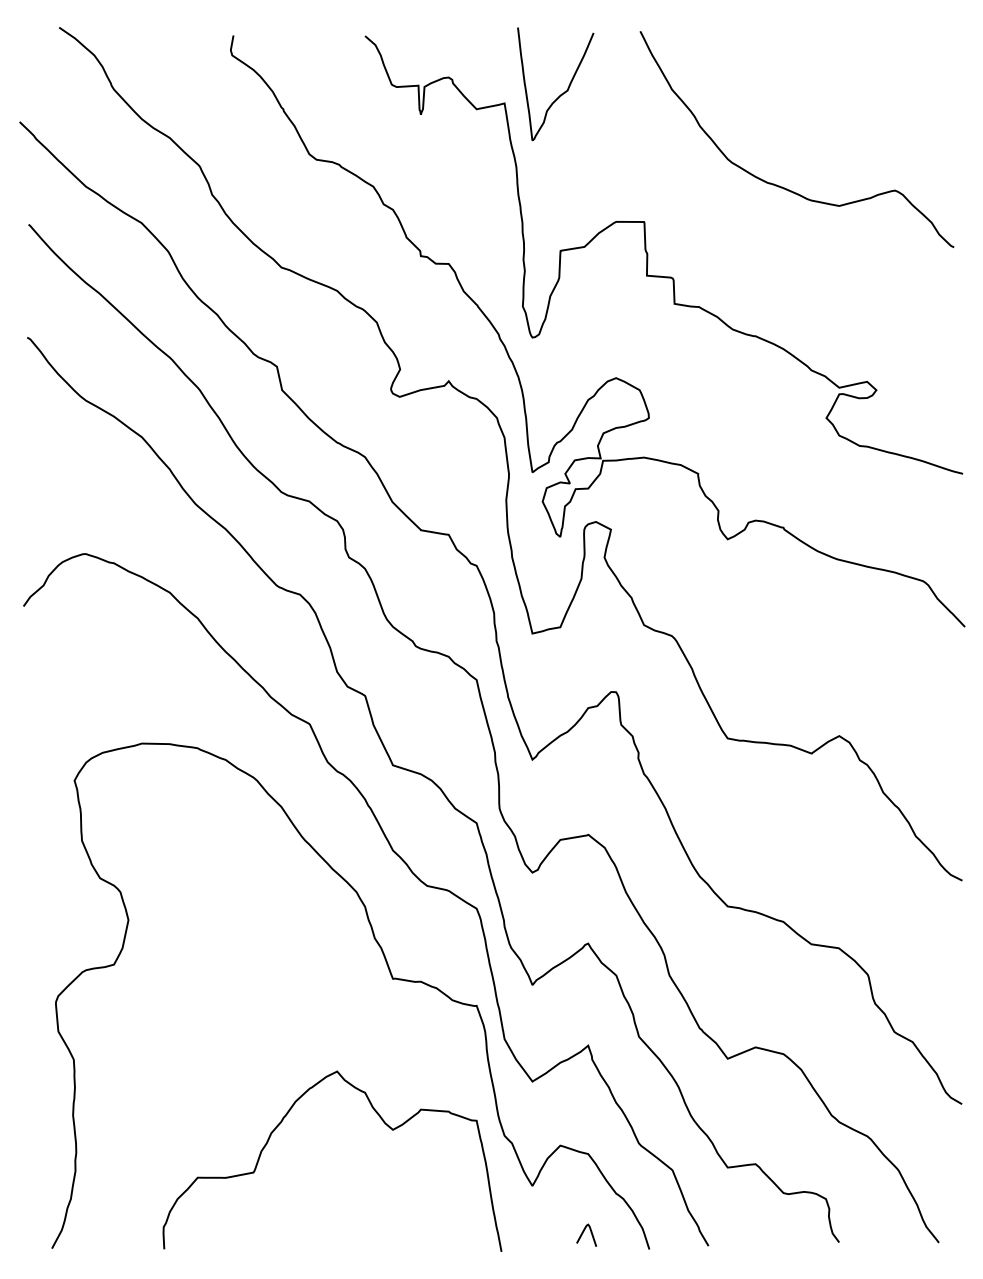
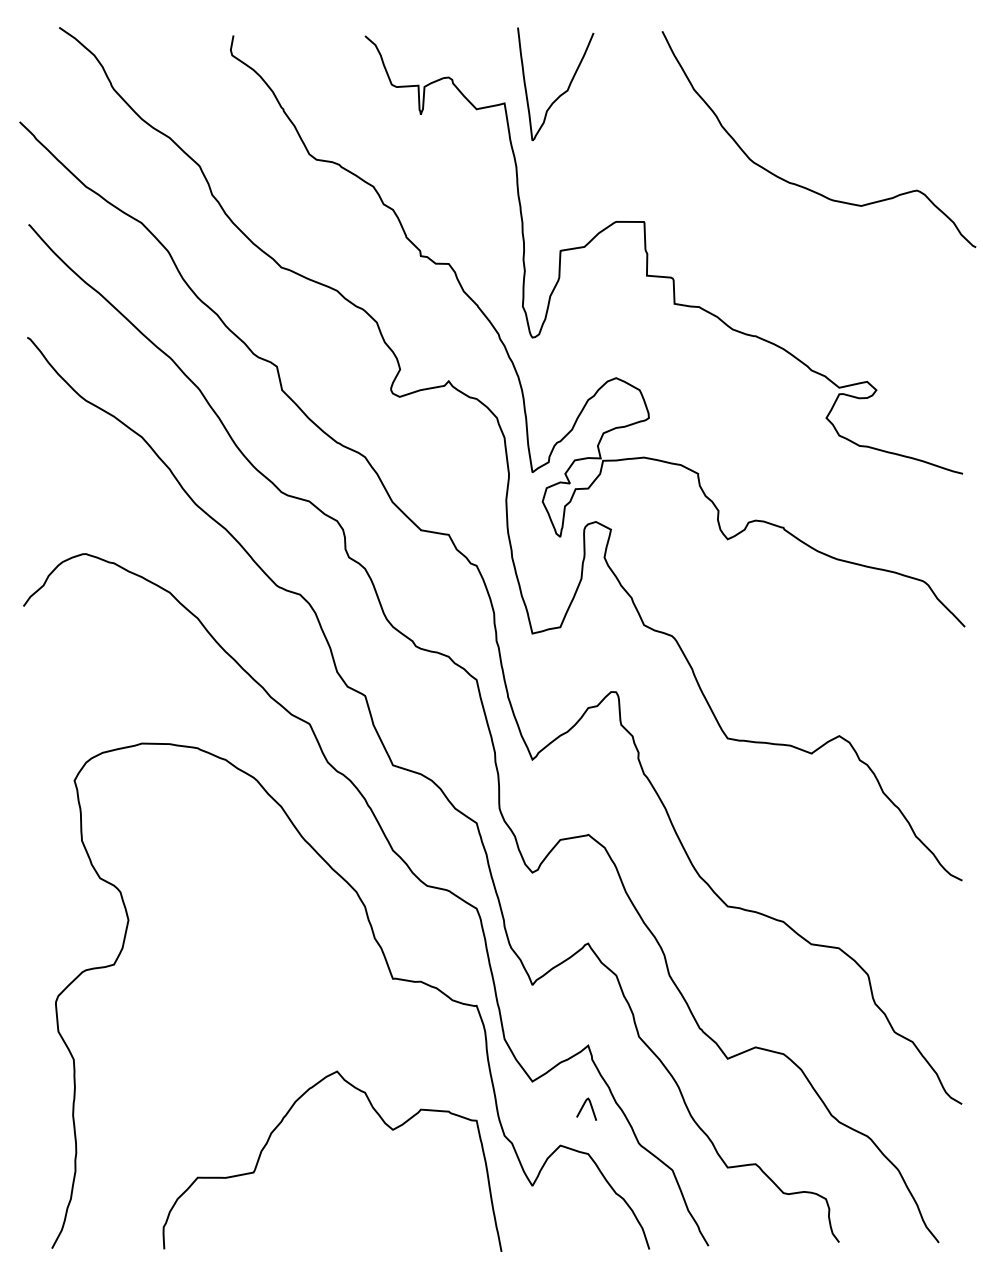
curve at (779, 185) position: (779, 185) -> (801, 185)
curve at (583, 1233) position: (583, 1233) -> (583, 1107)
